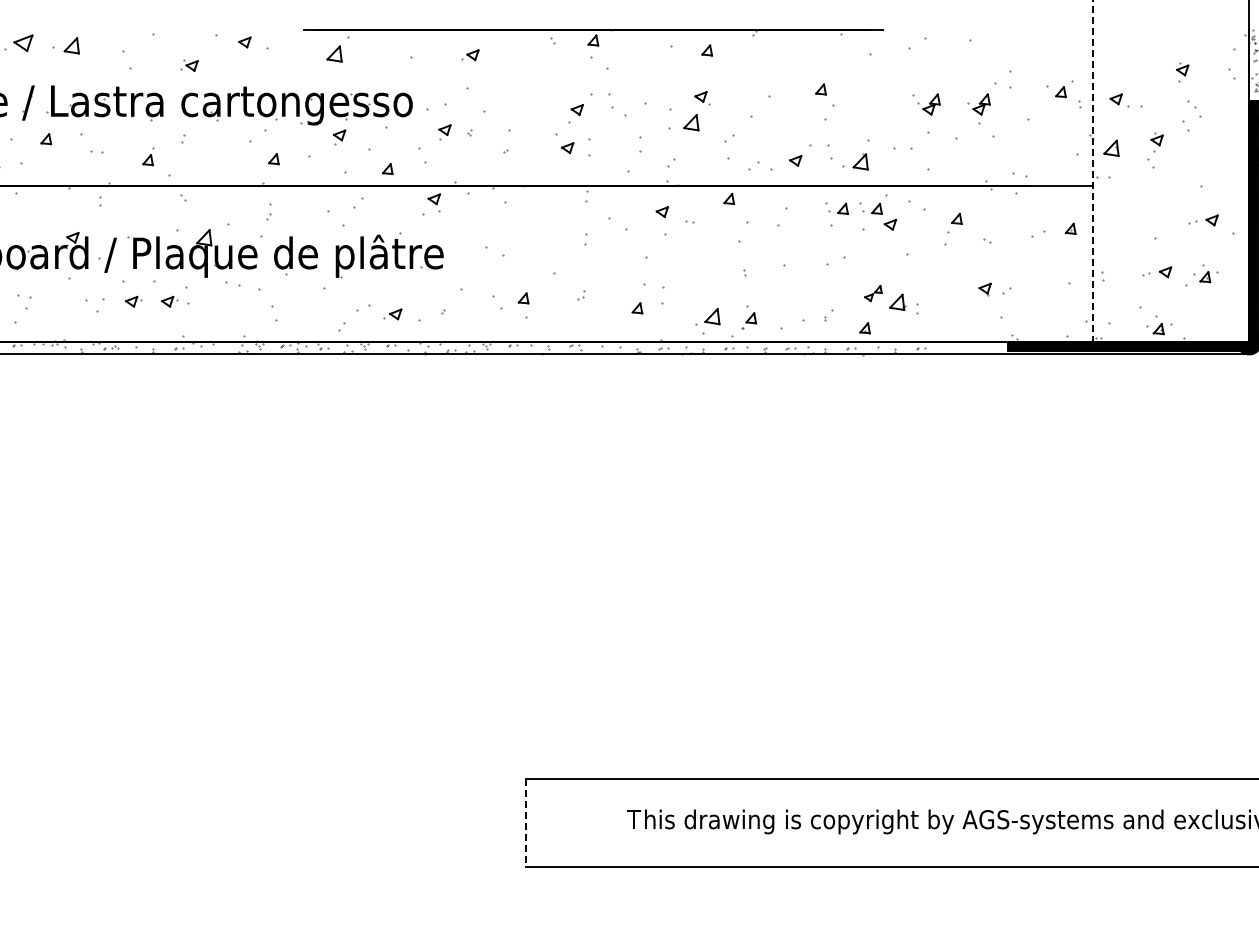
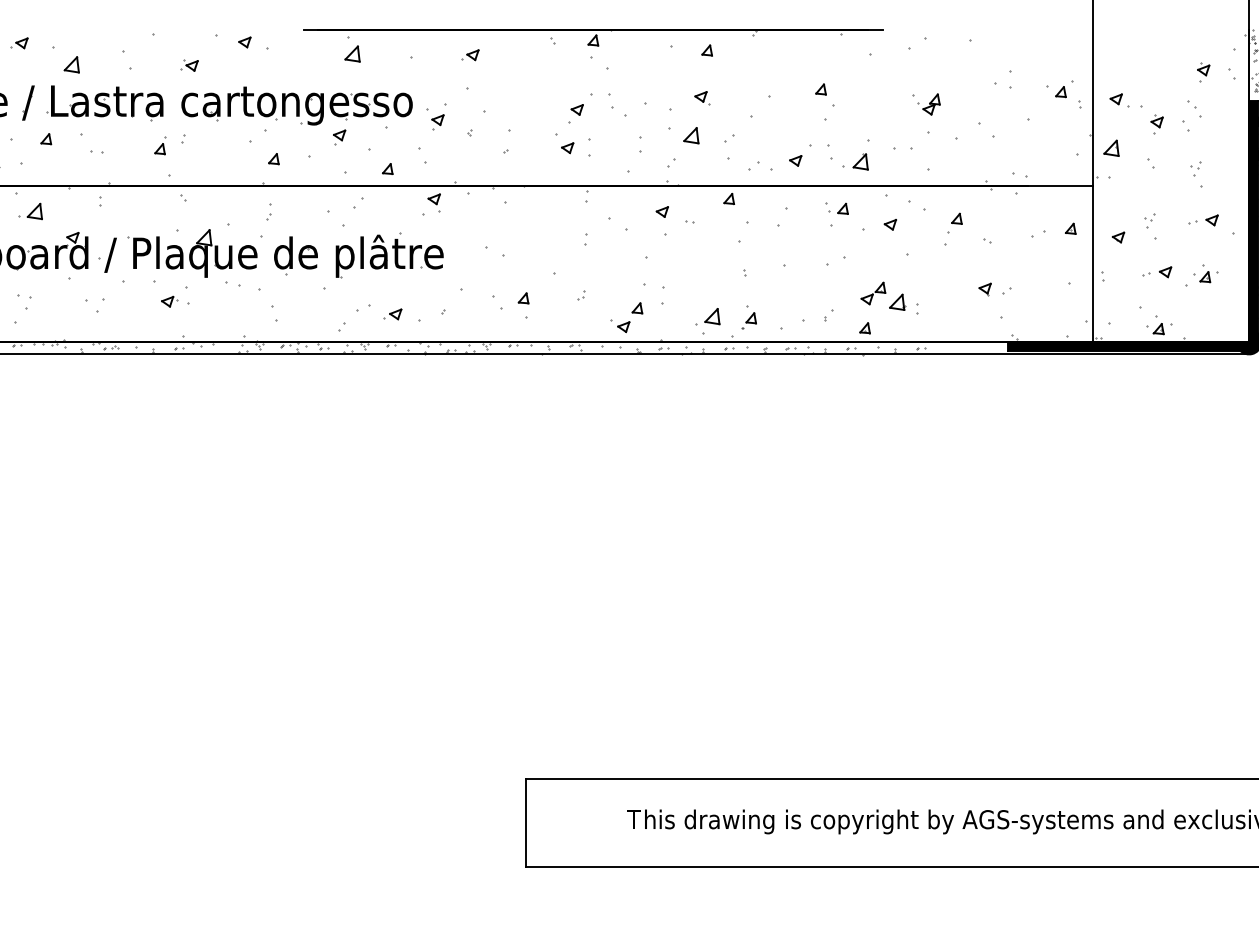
part at (18, 43) size: 30x19 px -> 19x13 px
part at (71, 45) position: (71, 45) -> (71, 64)
part at (334, 53) position: (334, 53) -> (352, 53)
part at (1182, 72) position: (1182, 72) -> (1203, 72)
part at (978, 104): present -> none
part at (691, 122) position: (691, 122) -> (691, 135)
part at (444, 132) position: (444, 132) -> (437, 122)
part at (1156, 142) position: (1156, 142) -> (1156, 124)
part at (148, 156) position: (148, 156) -> (160, 145)
part at (1195, 168): none -> present
line at (1092, 171): dashed -> solid
part at (870, 208): present -> none
part at (30, 211): none -> present
part at (1149, 220): none -> present
part at (1118, 237): none -> present
part at (873, 293) size: 19x17 px -> 27x25 px
part at (133, 301): present -> none
part at (620, 326): none -> present
line at (525, 823): dashed -> solid
